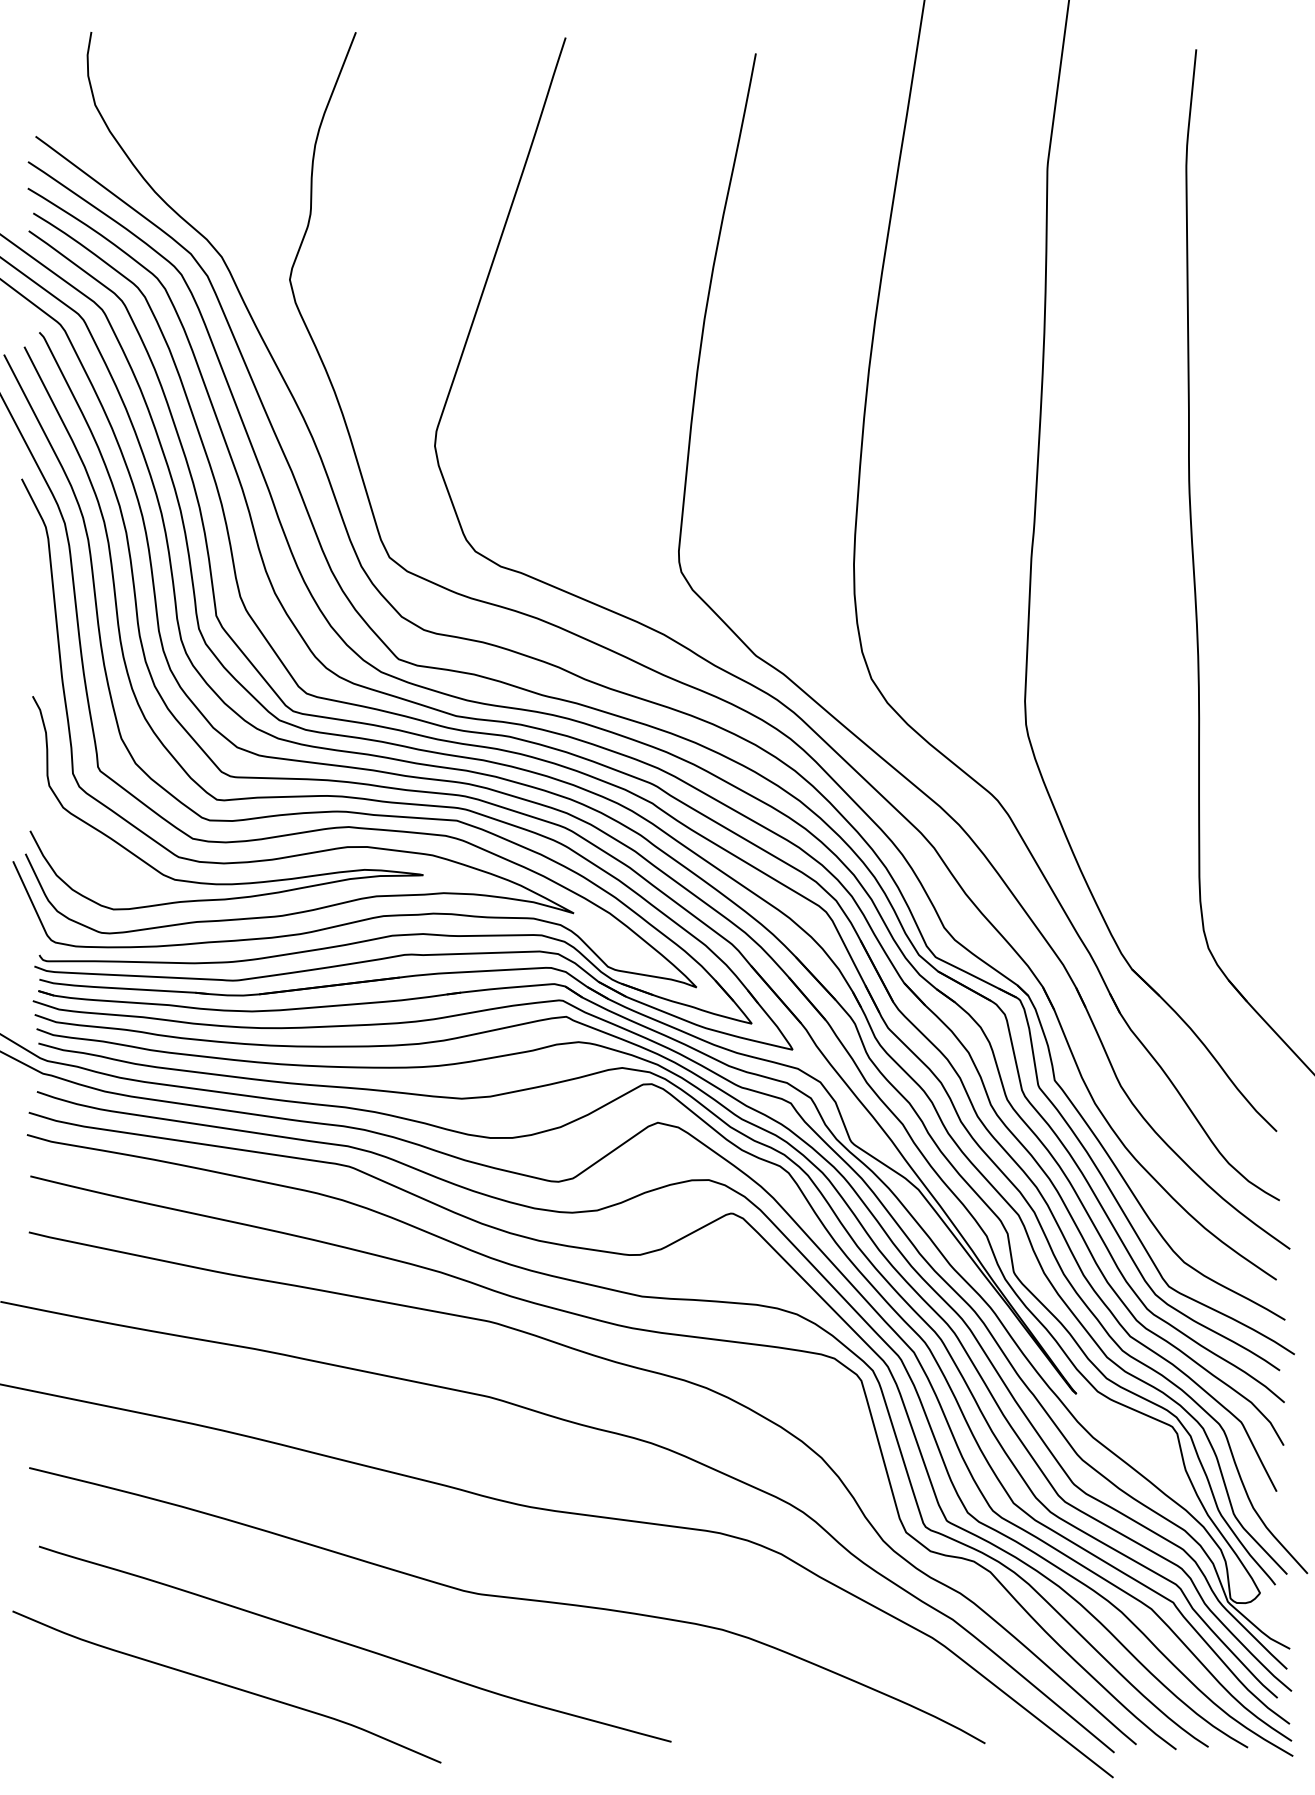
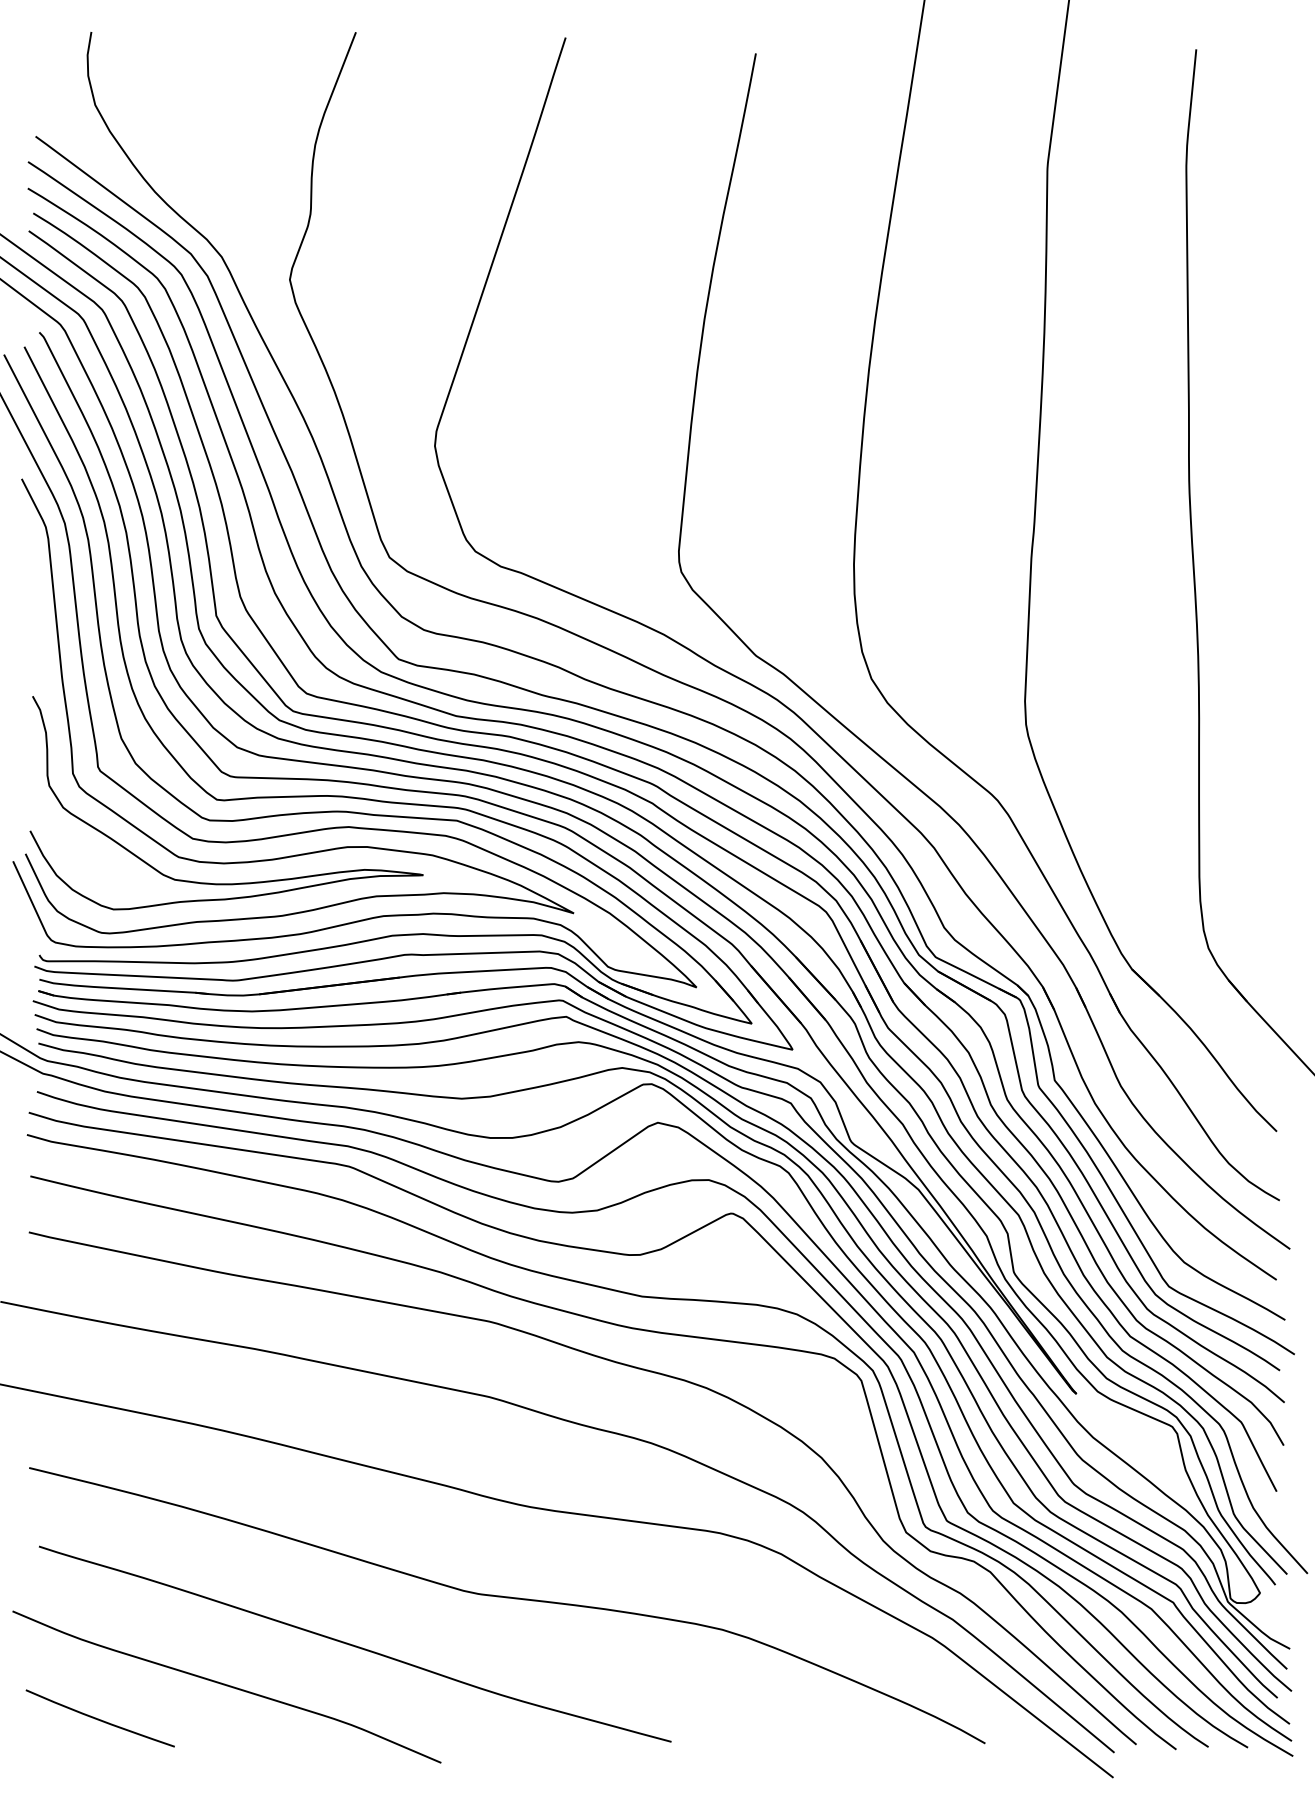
curve at (98, 1718): none -> present
